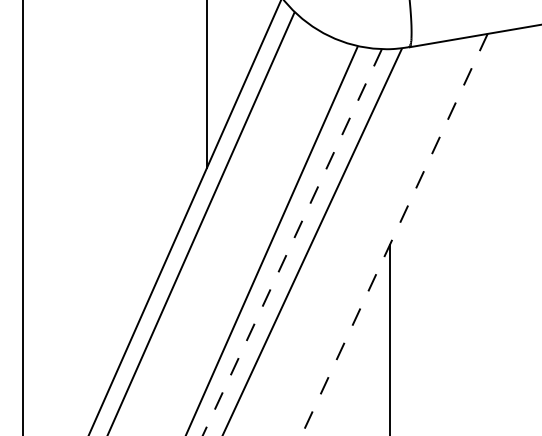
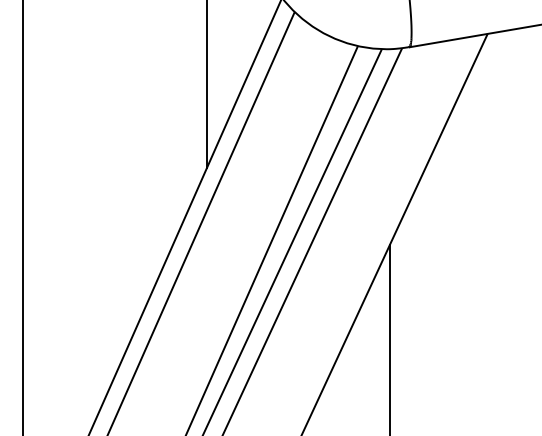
line at (394, 235): dashed -> solid
line at (292, 242): dashed -> solid
